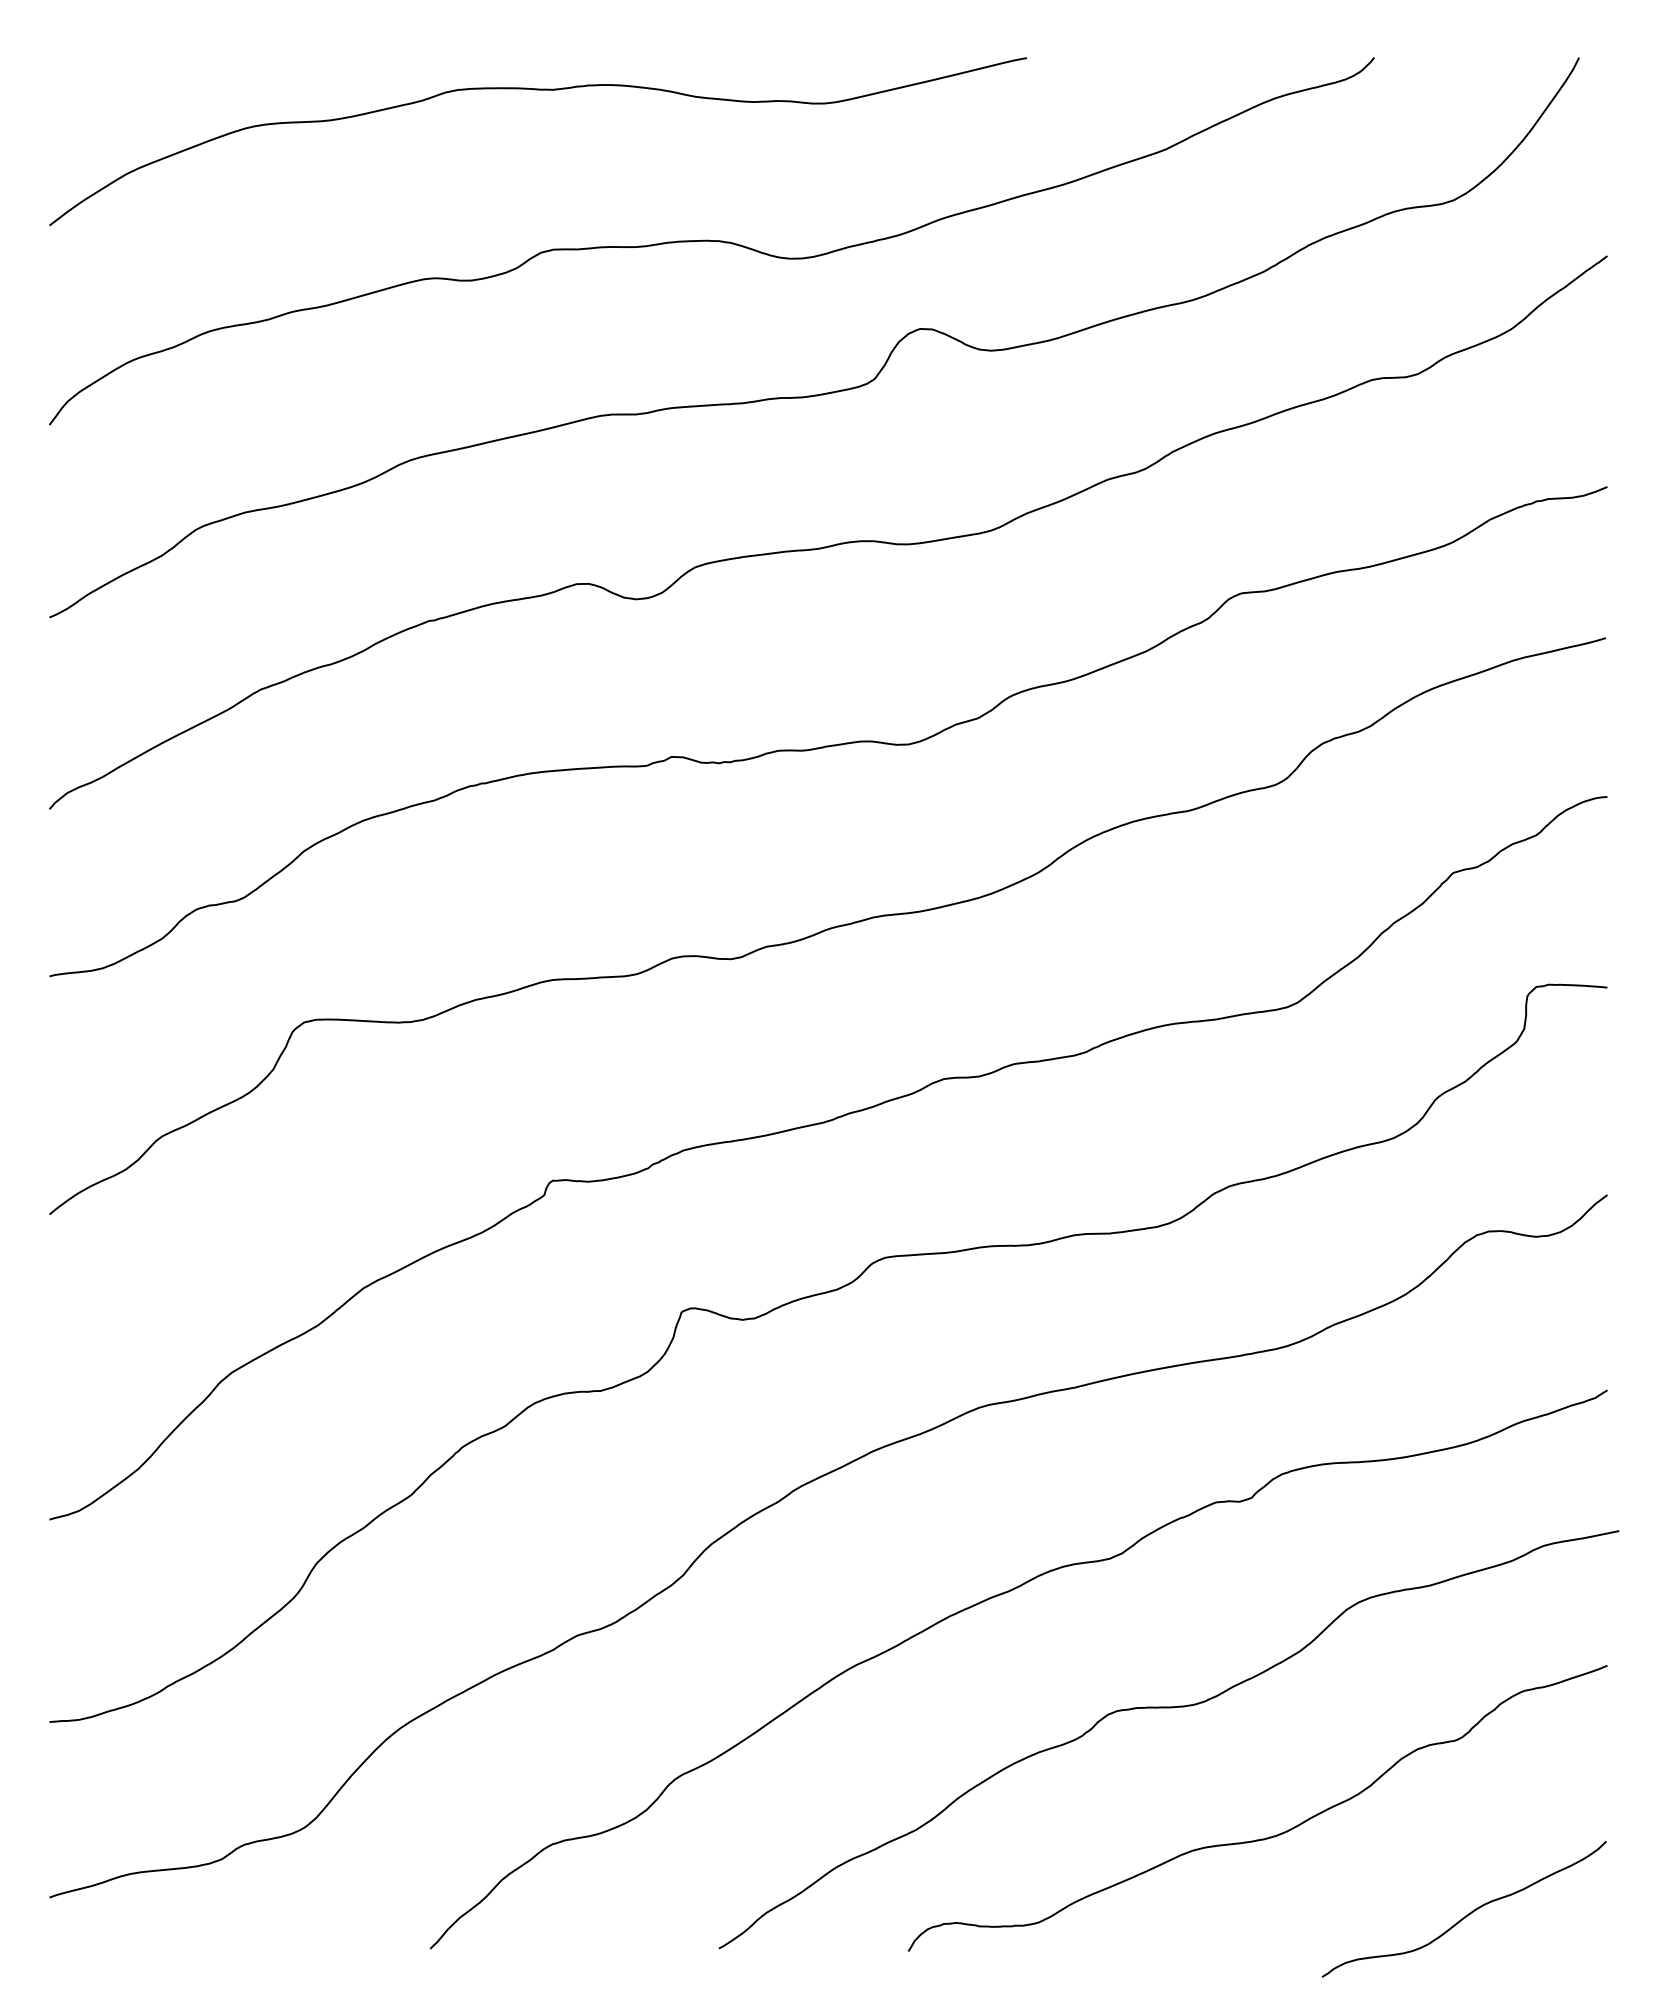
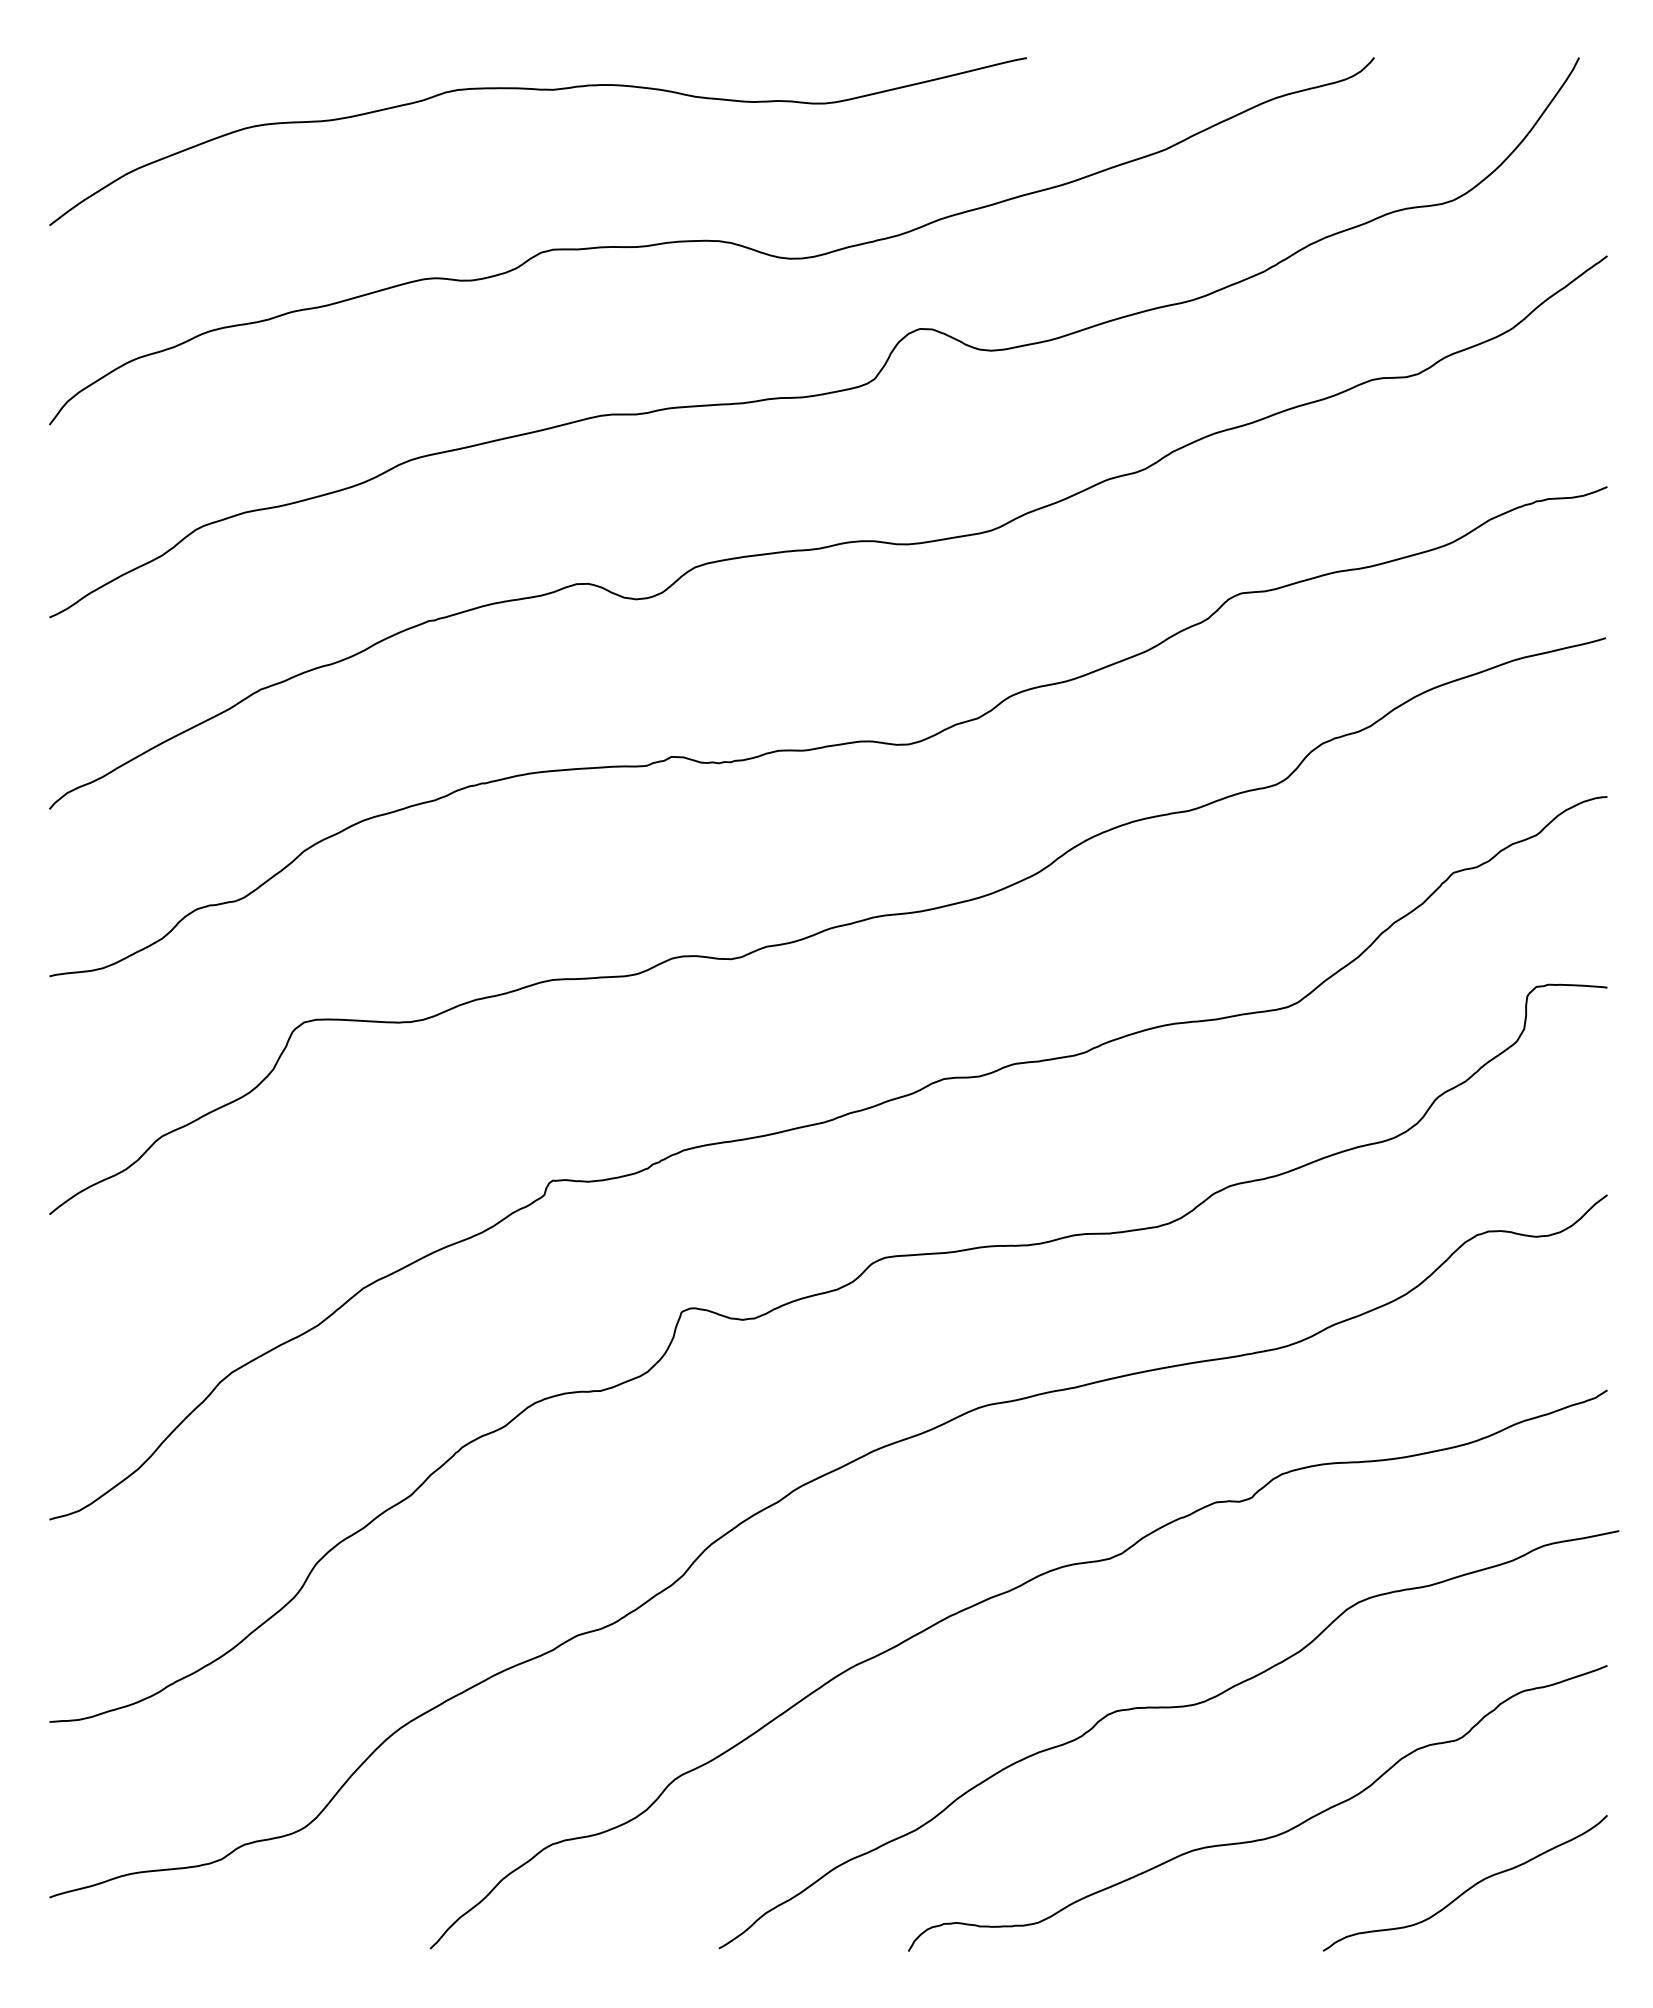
curve at (1465, 1915) position: (1465, 1915) -> (1466, 1889)
